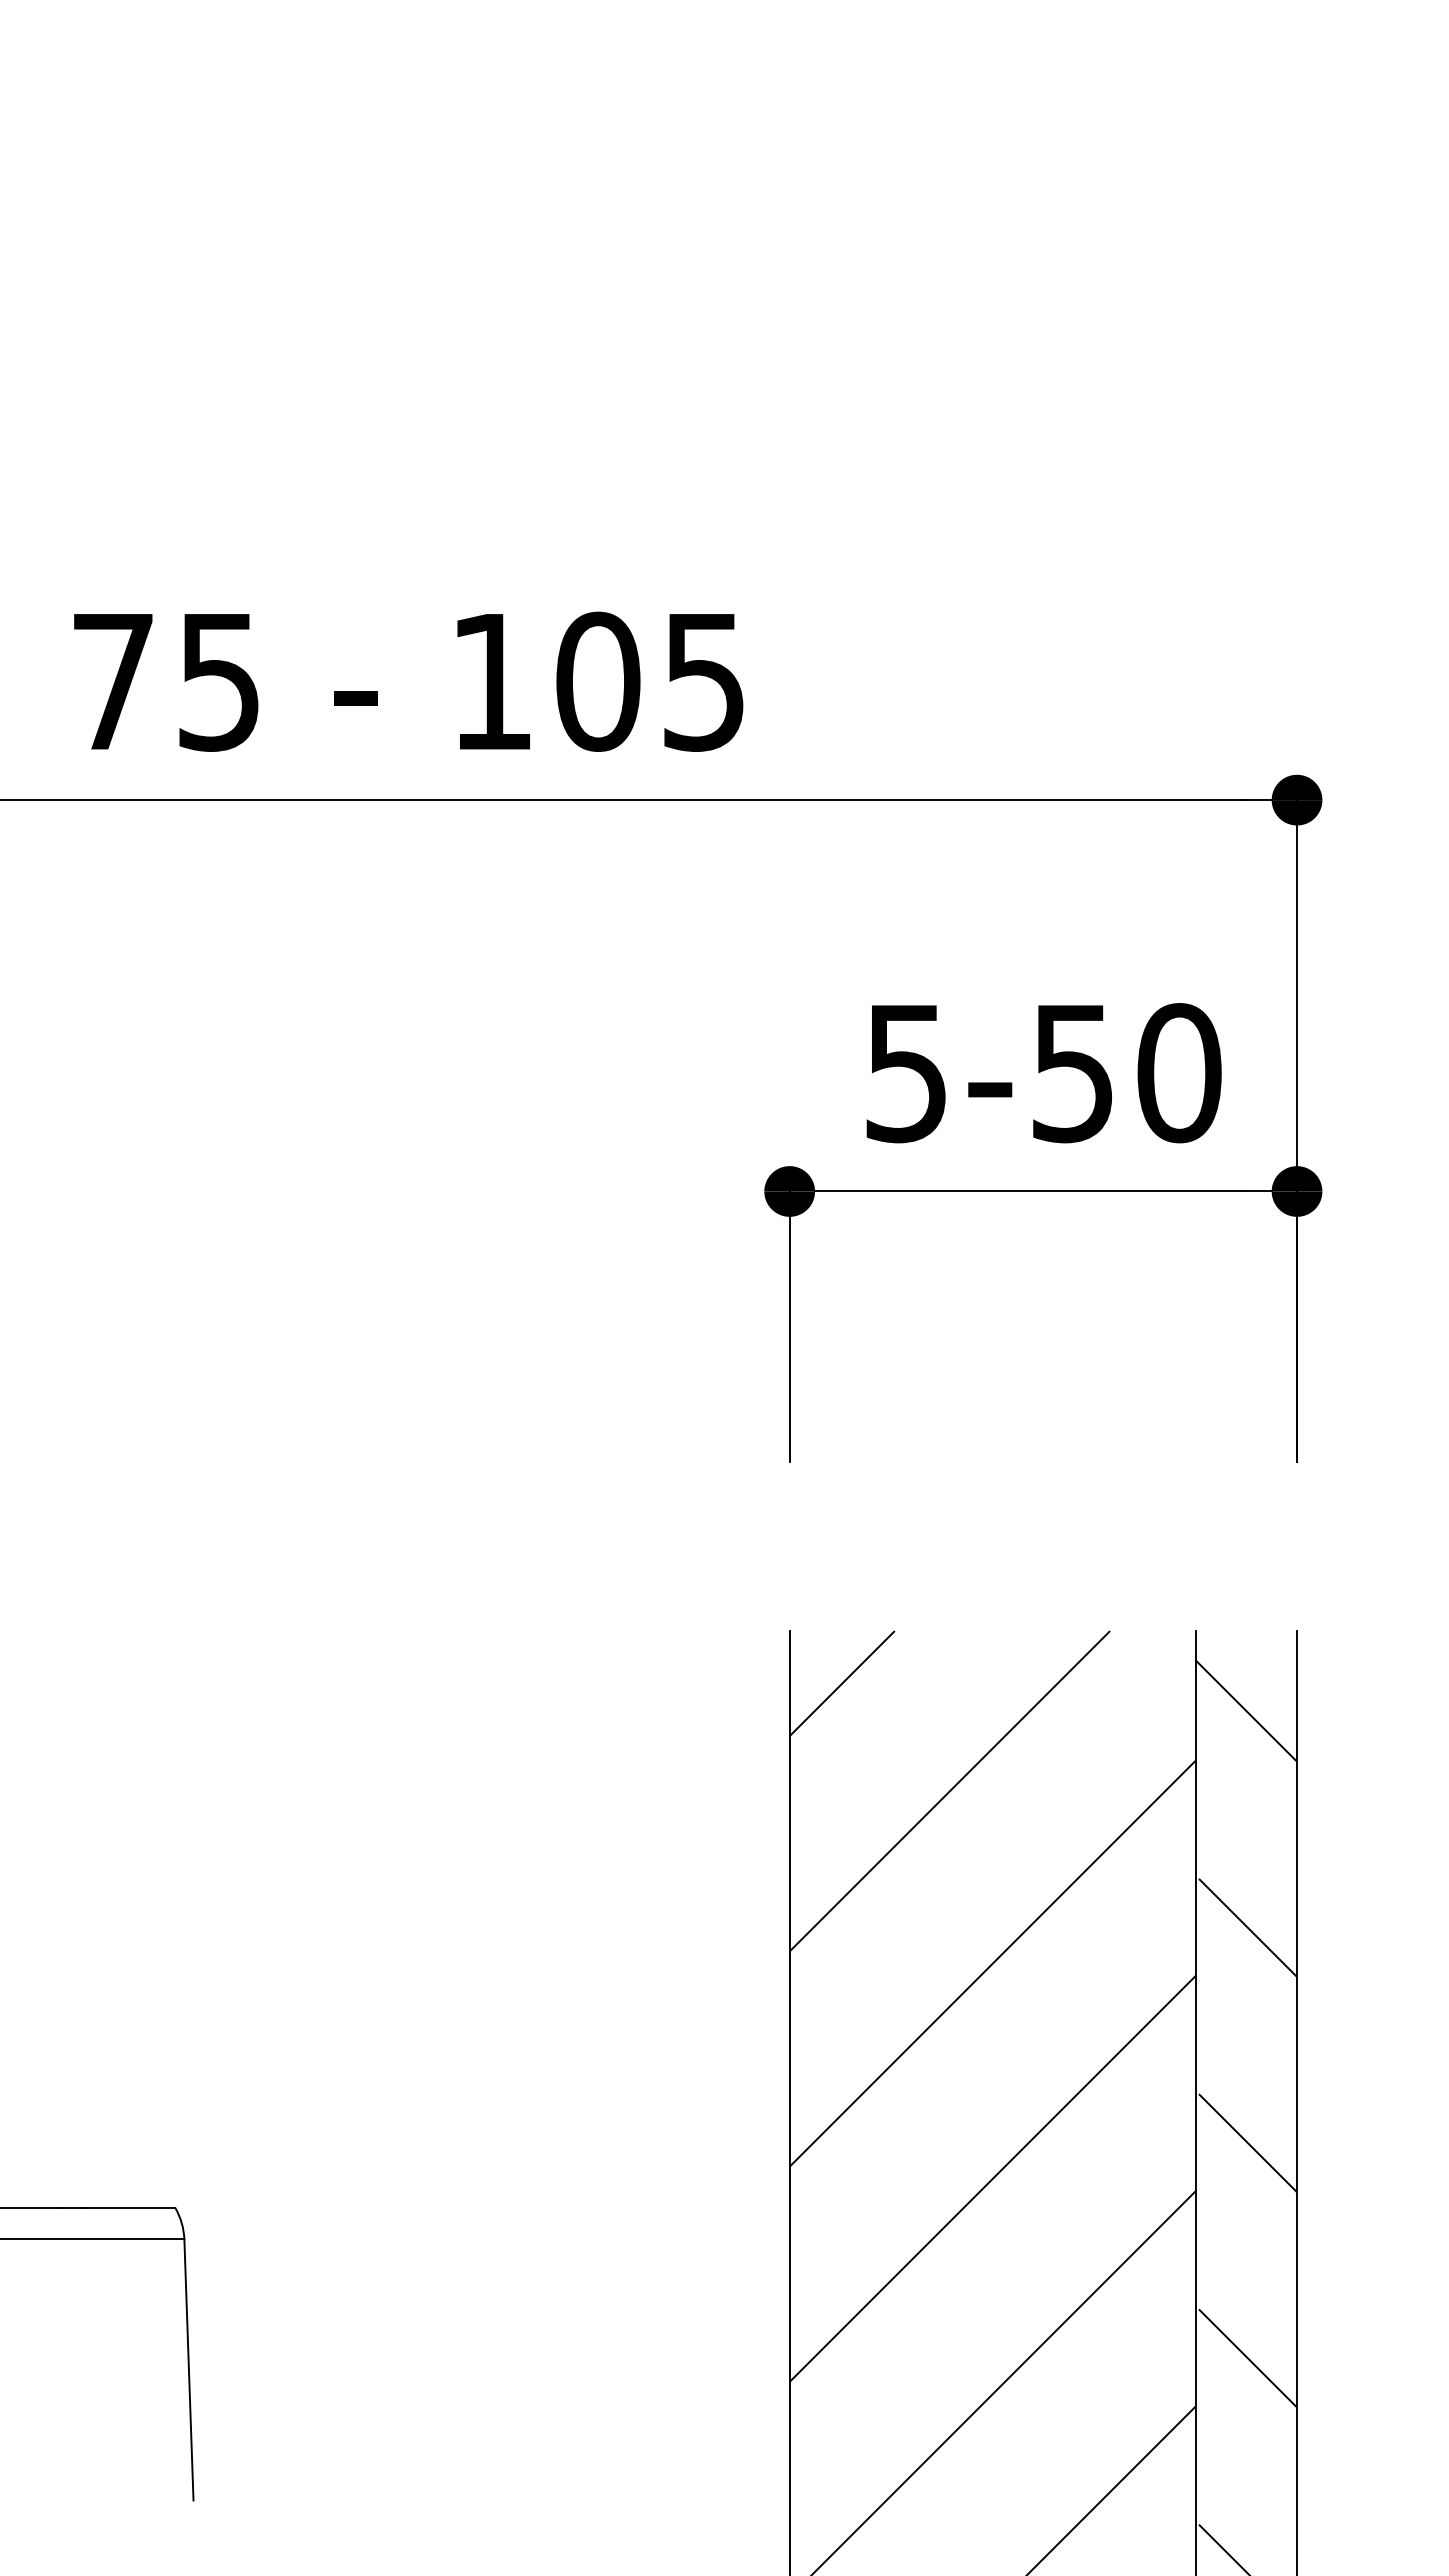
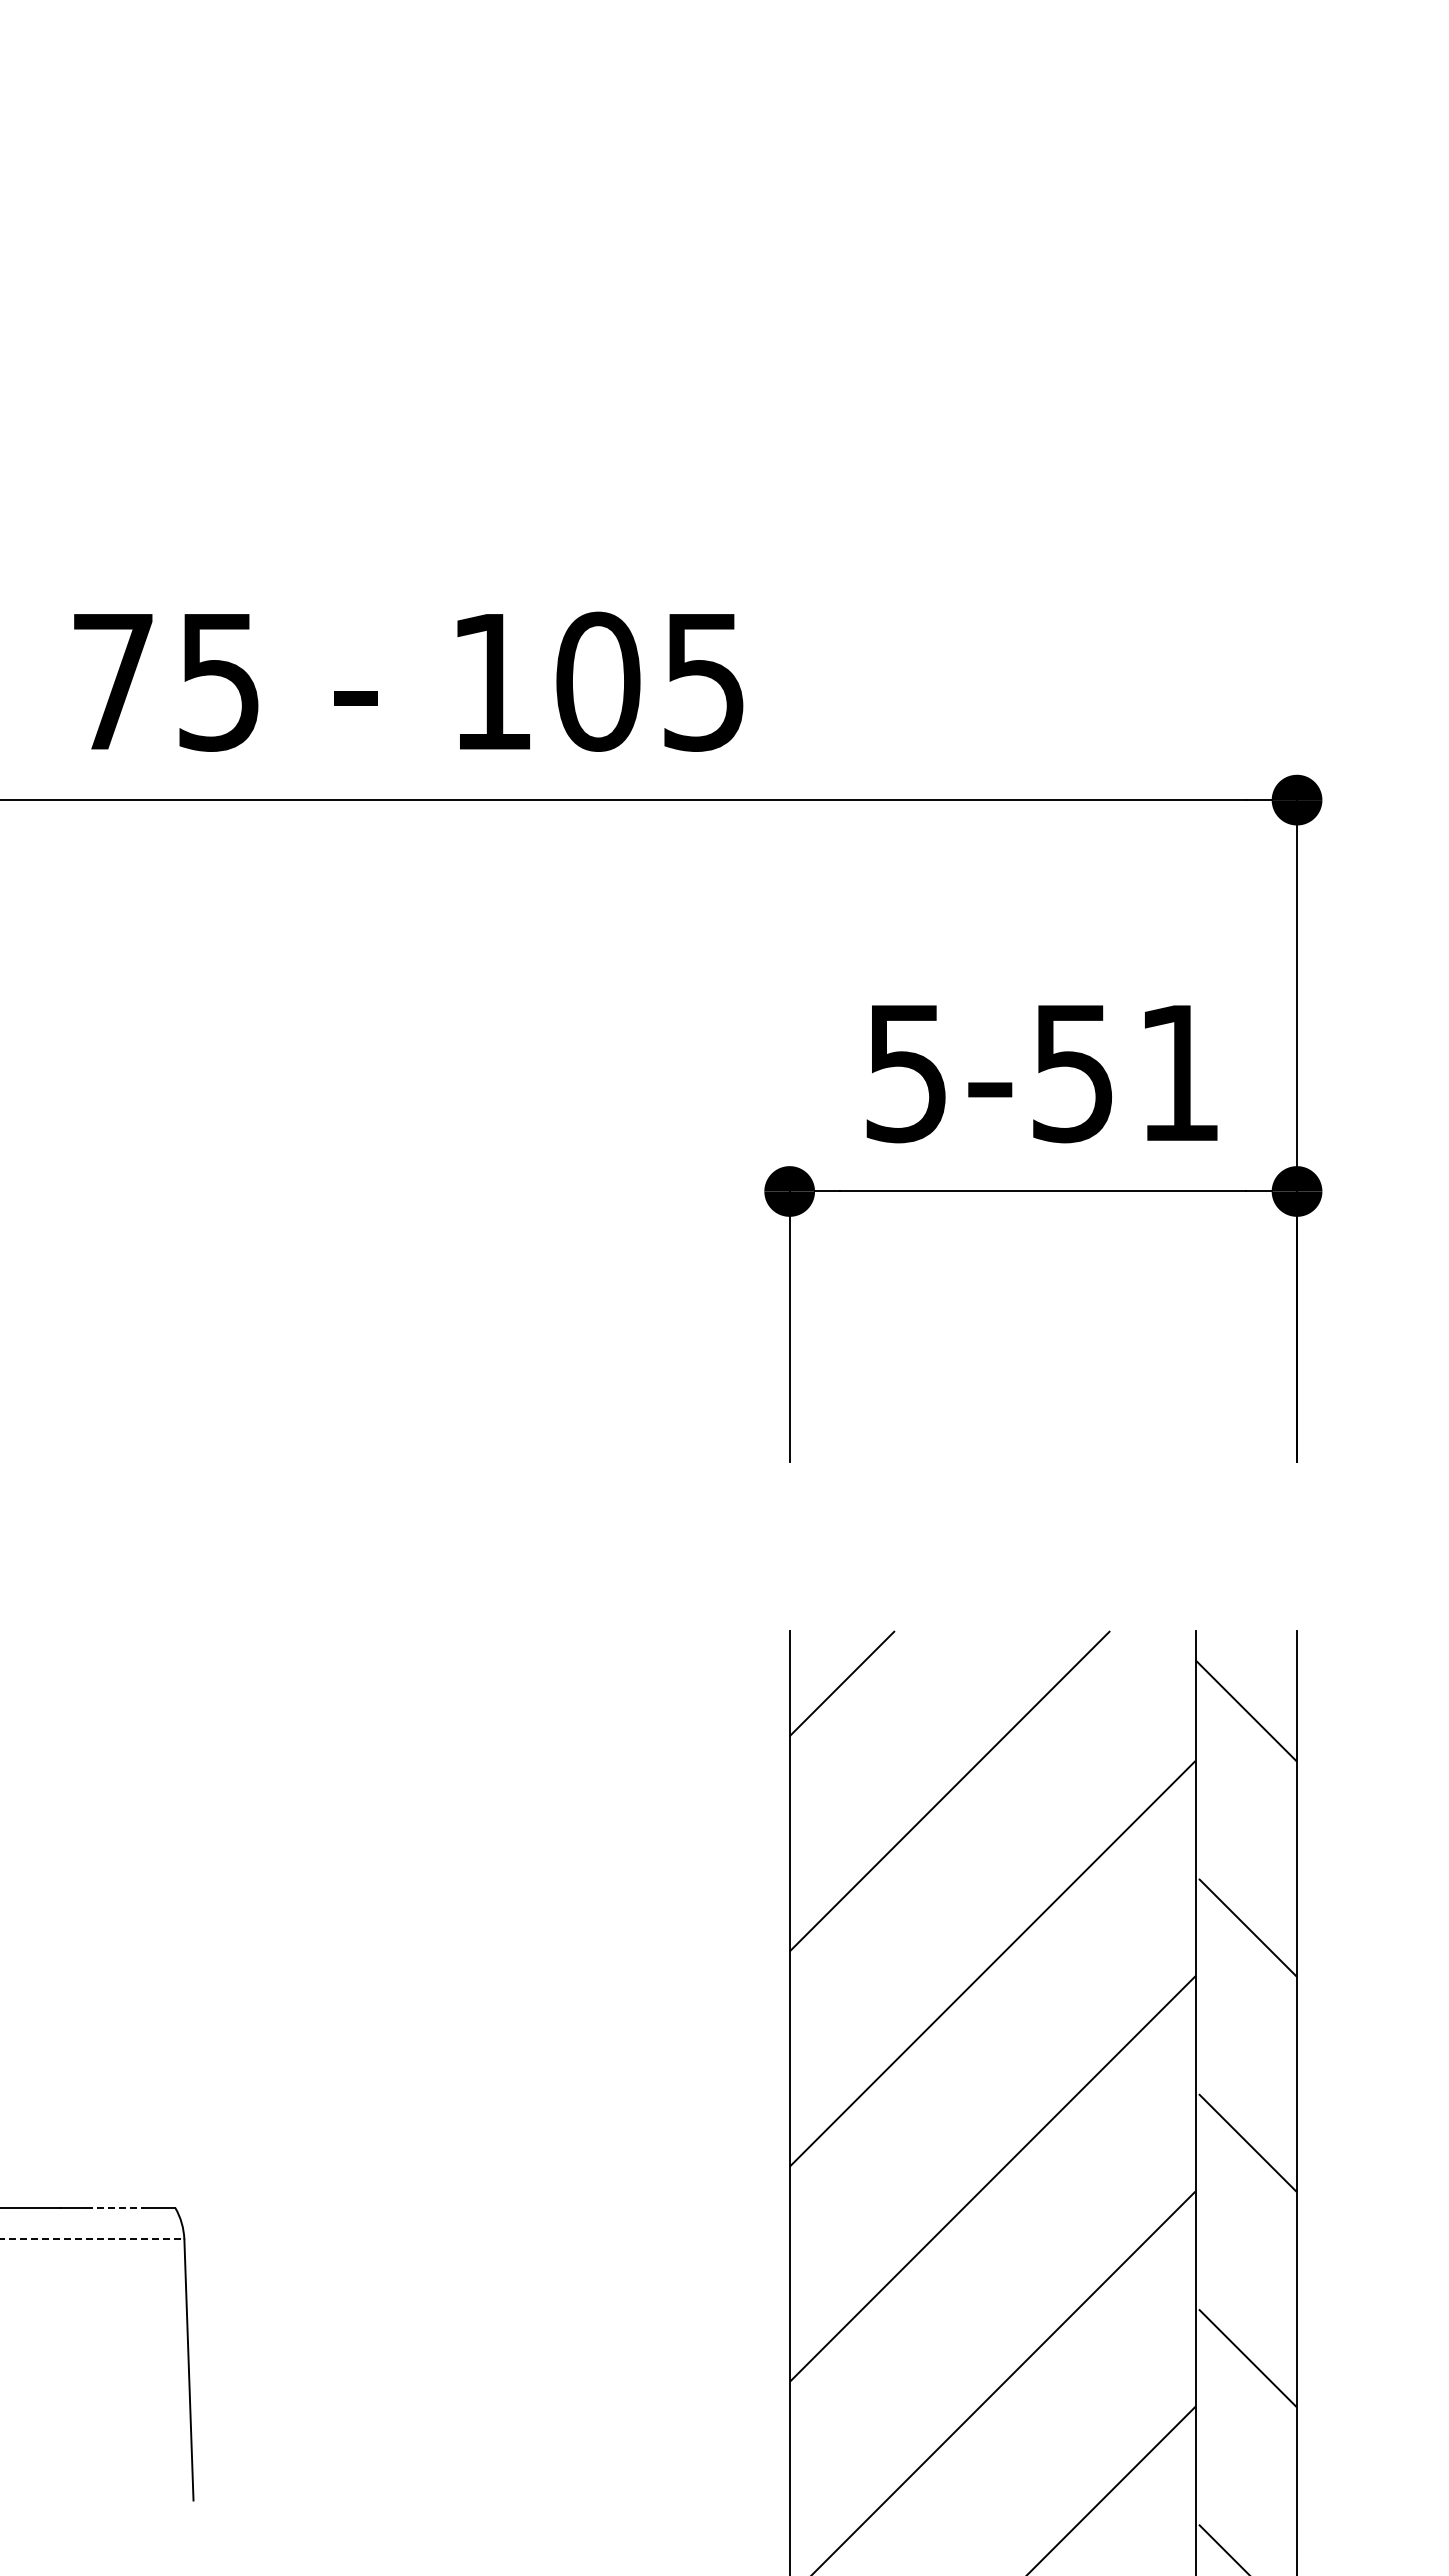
text at (1179, 1073): 5-50 -> 5-51
line at (115, 2207): solid -> dashed
line at (92, 2239): solid -> dashed
